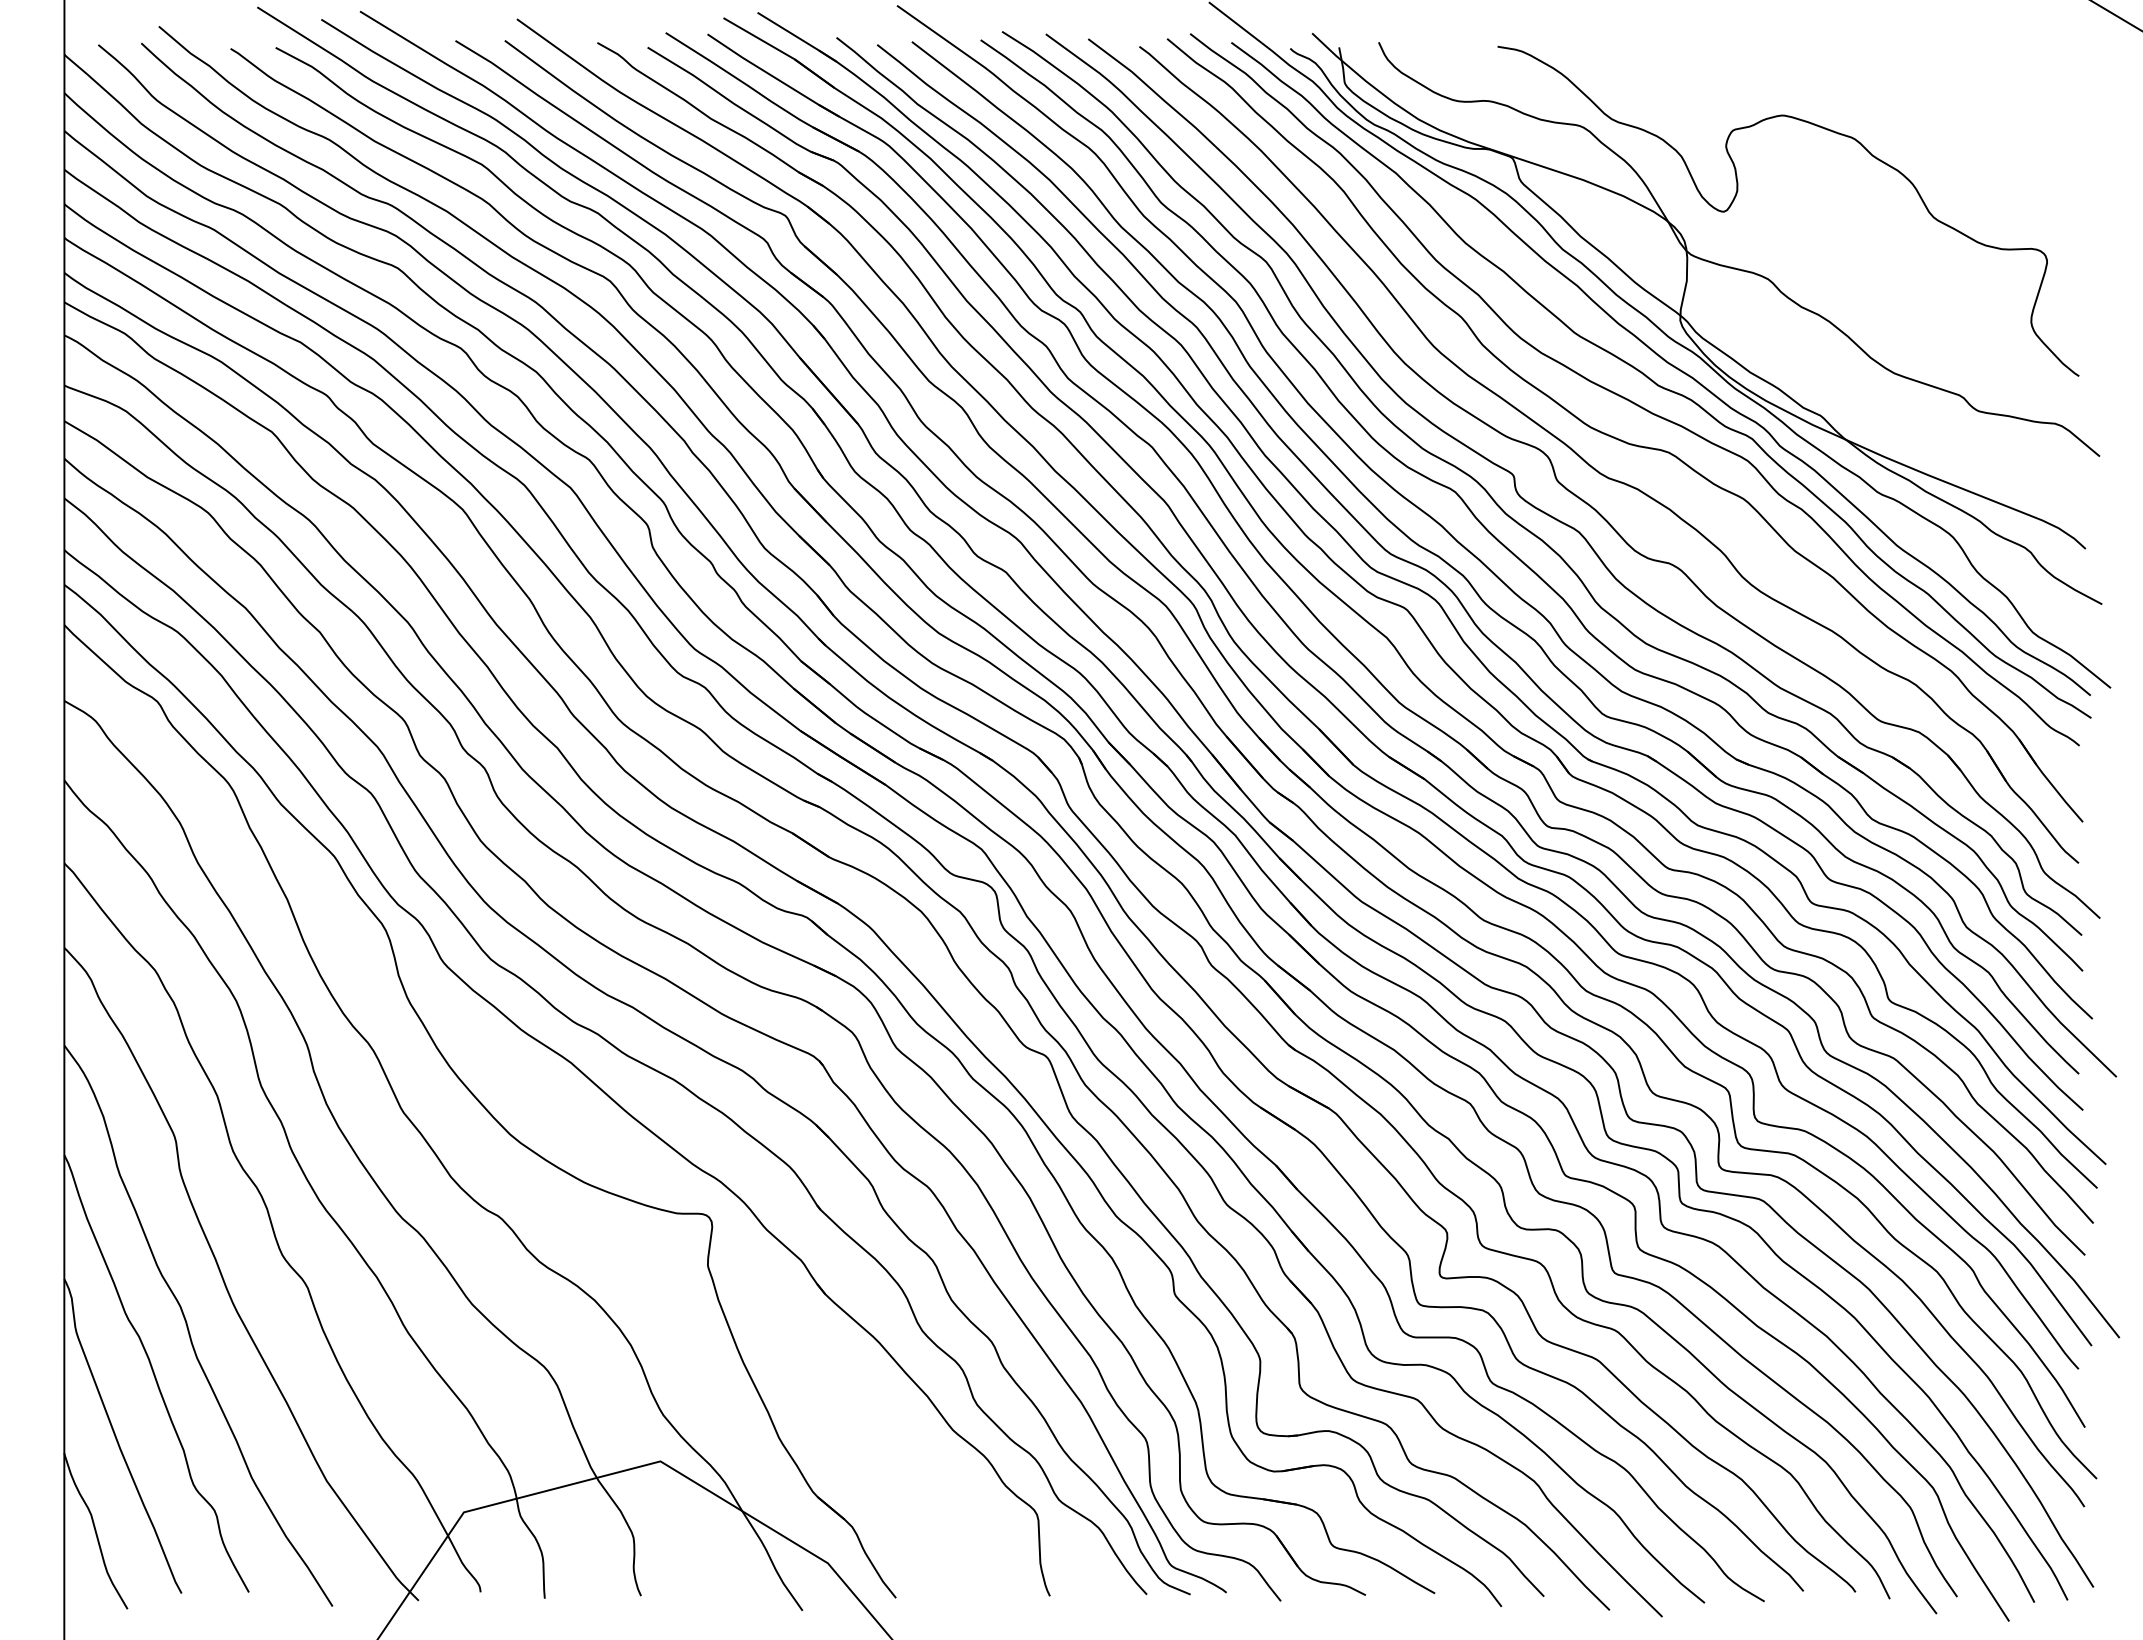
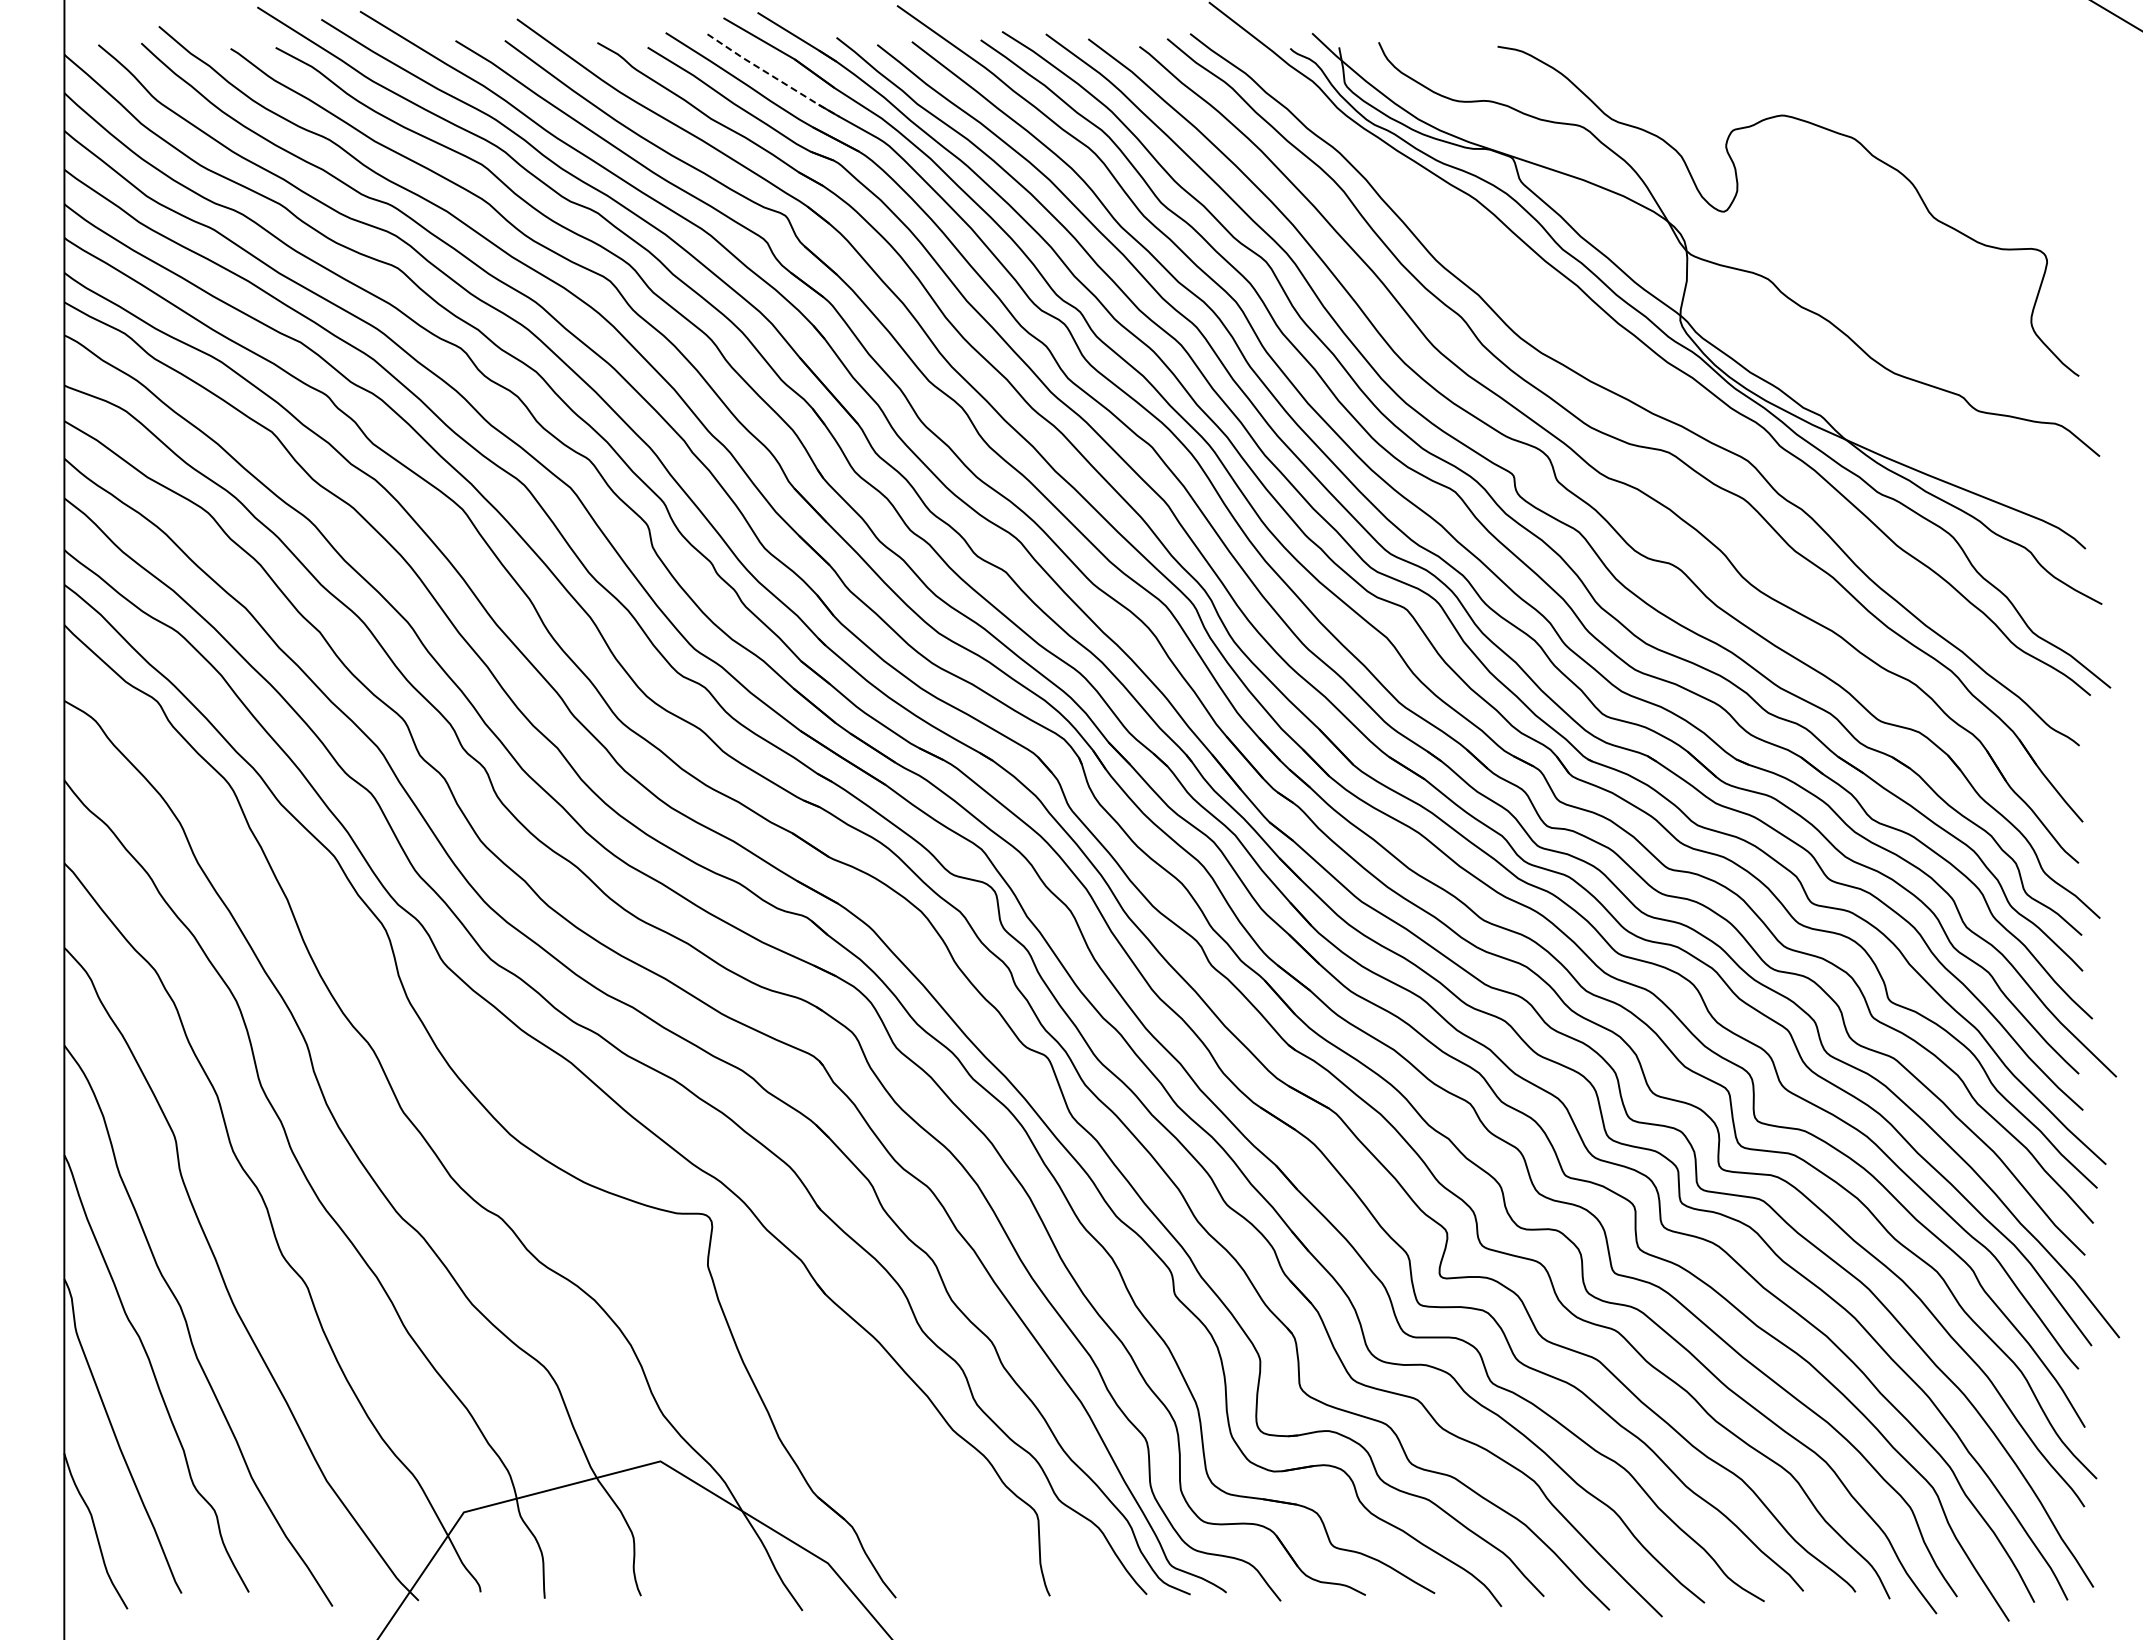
line at (773, 76): solid -> dashed
curve at (1657, 383): present -> none
